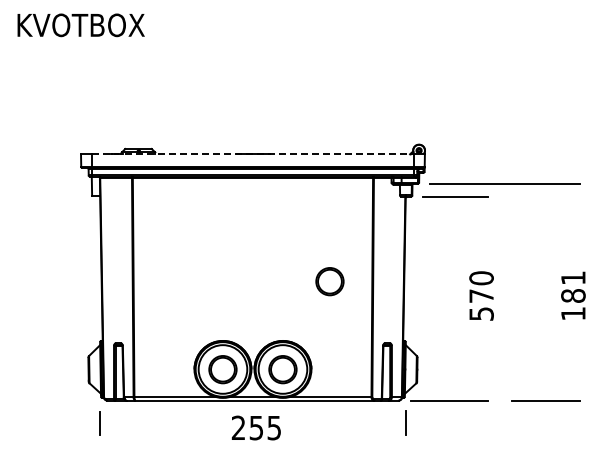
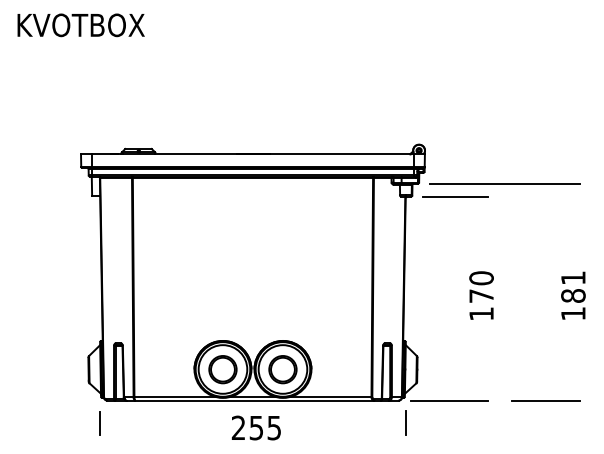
line at (252, 154): dashed -> solid
part at (329, 281): present -> none
text at (481, 313): 570 -> 170
